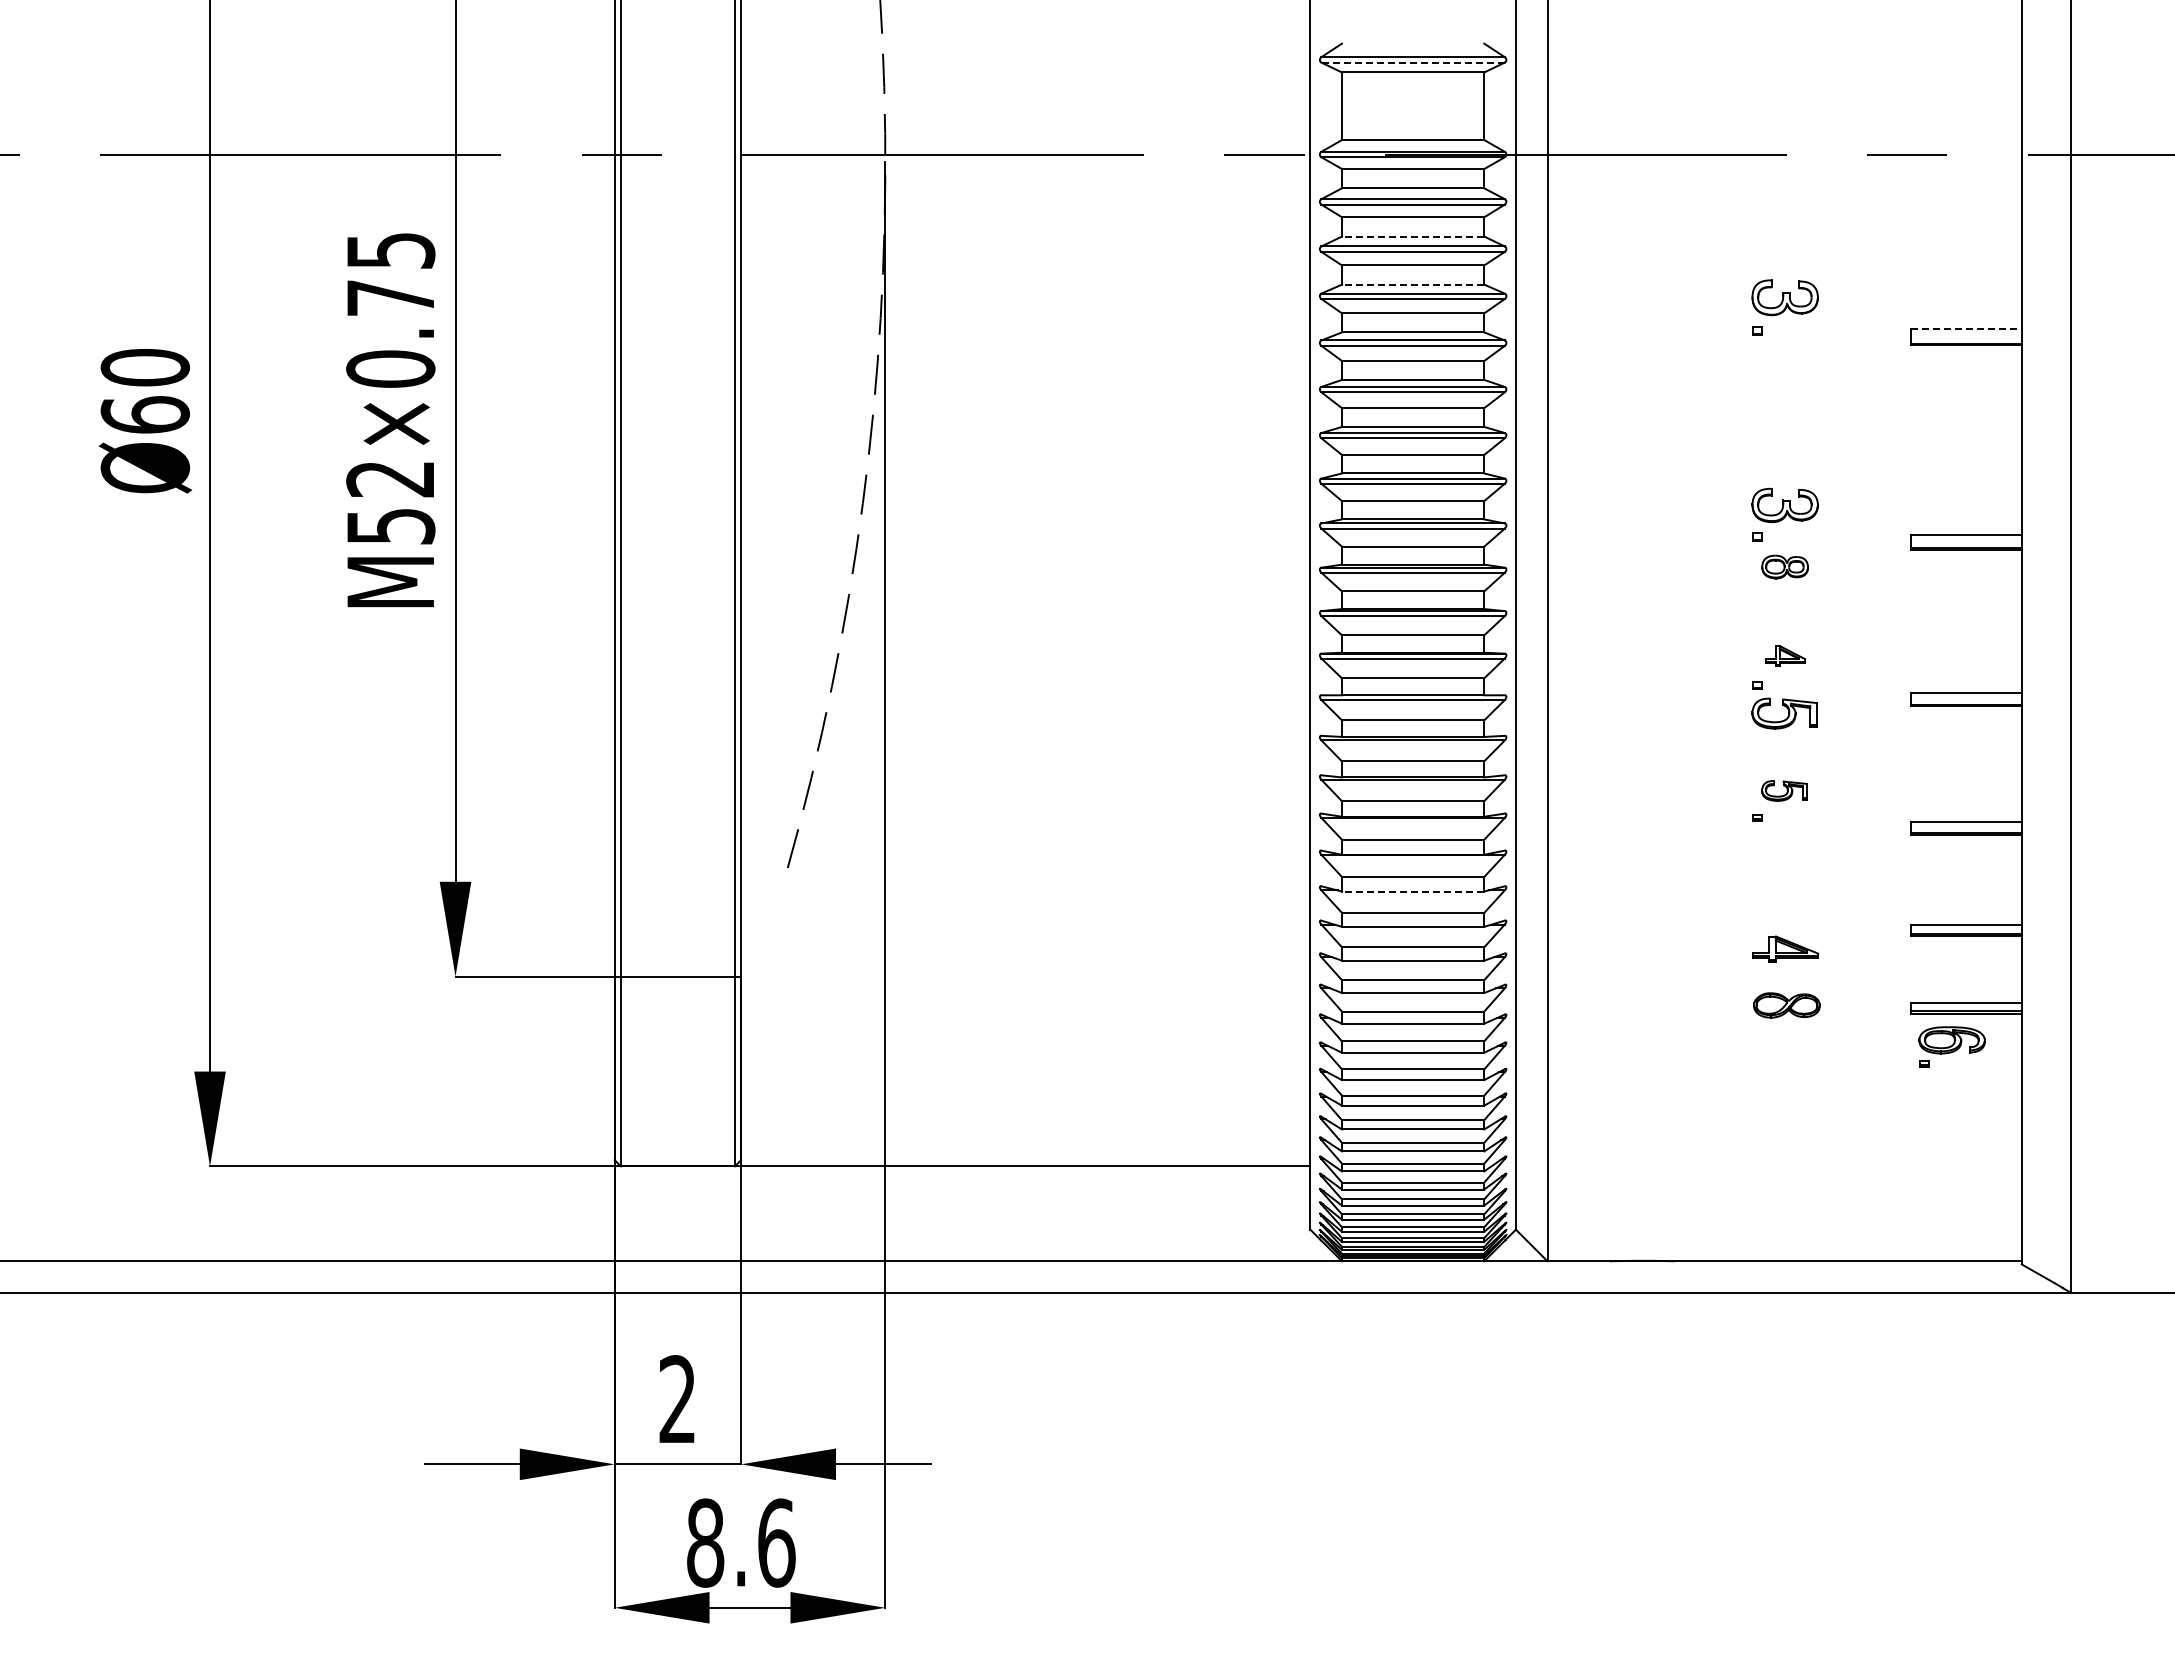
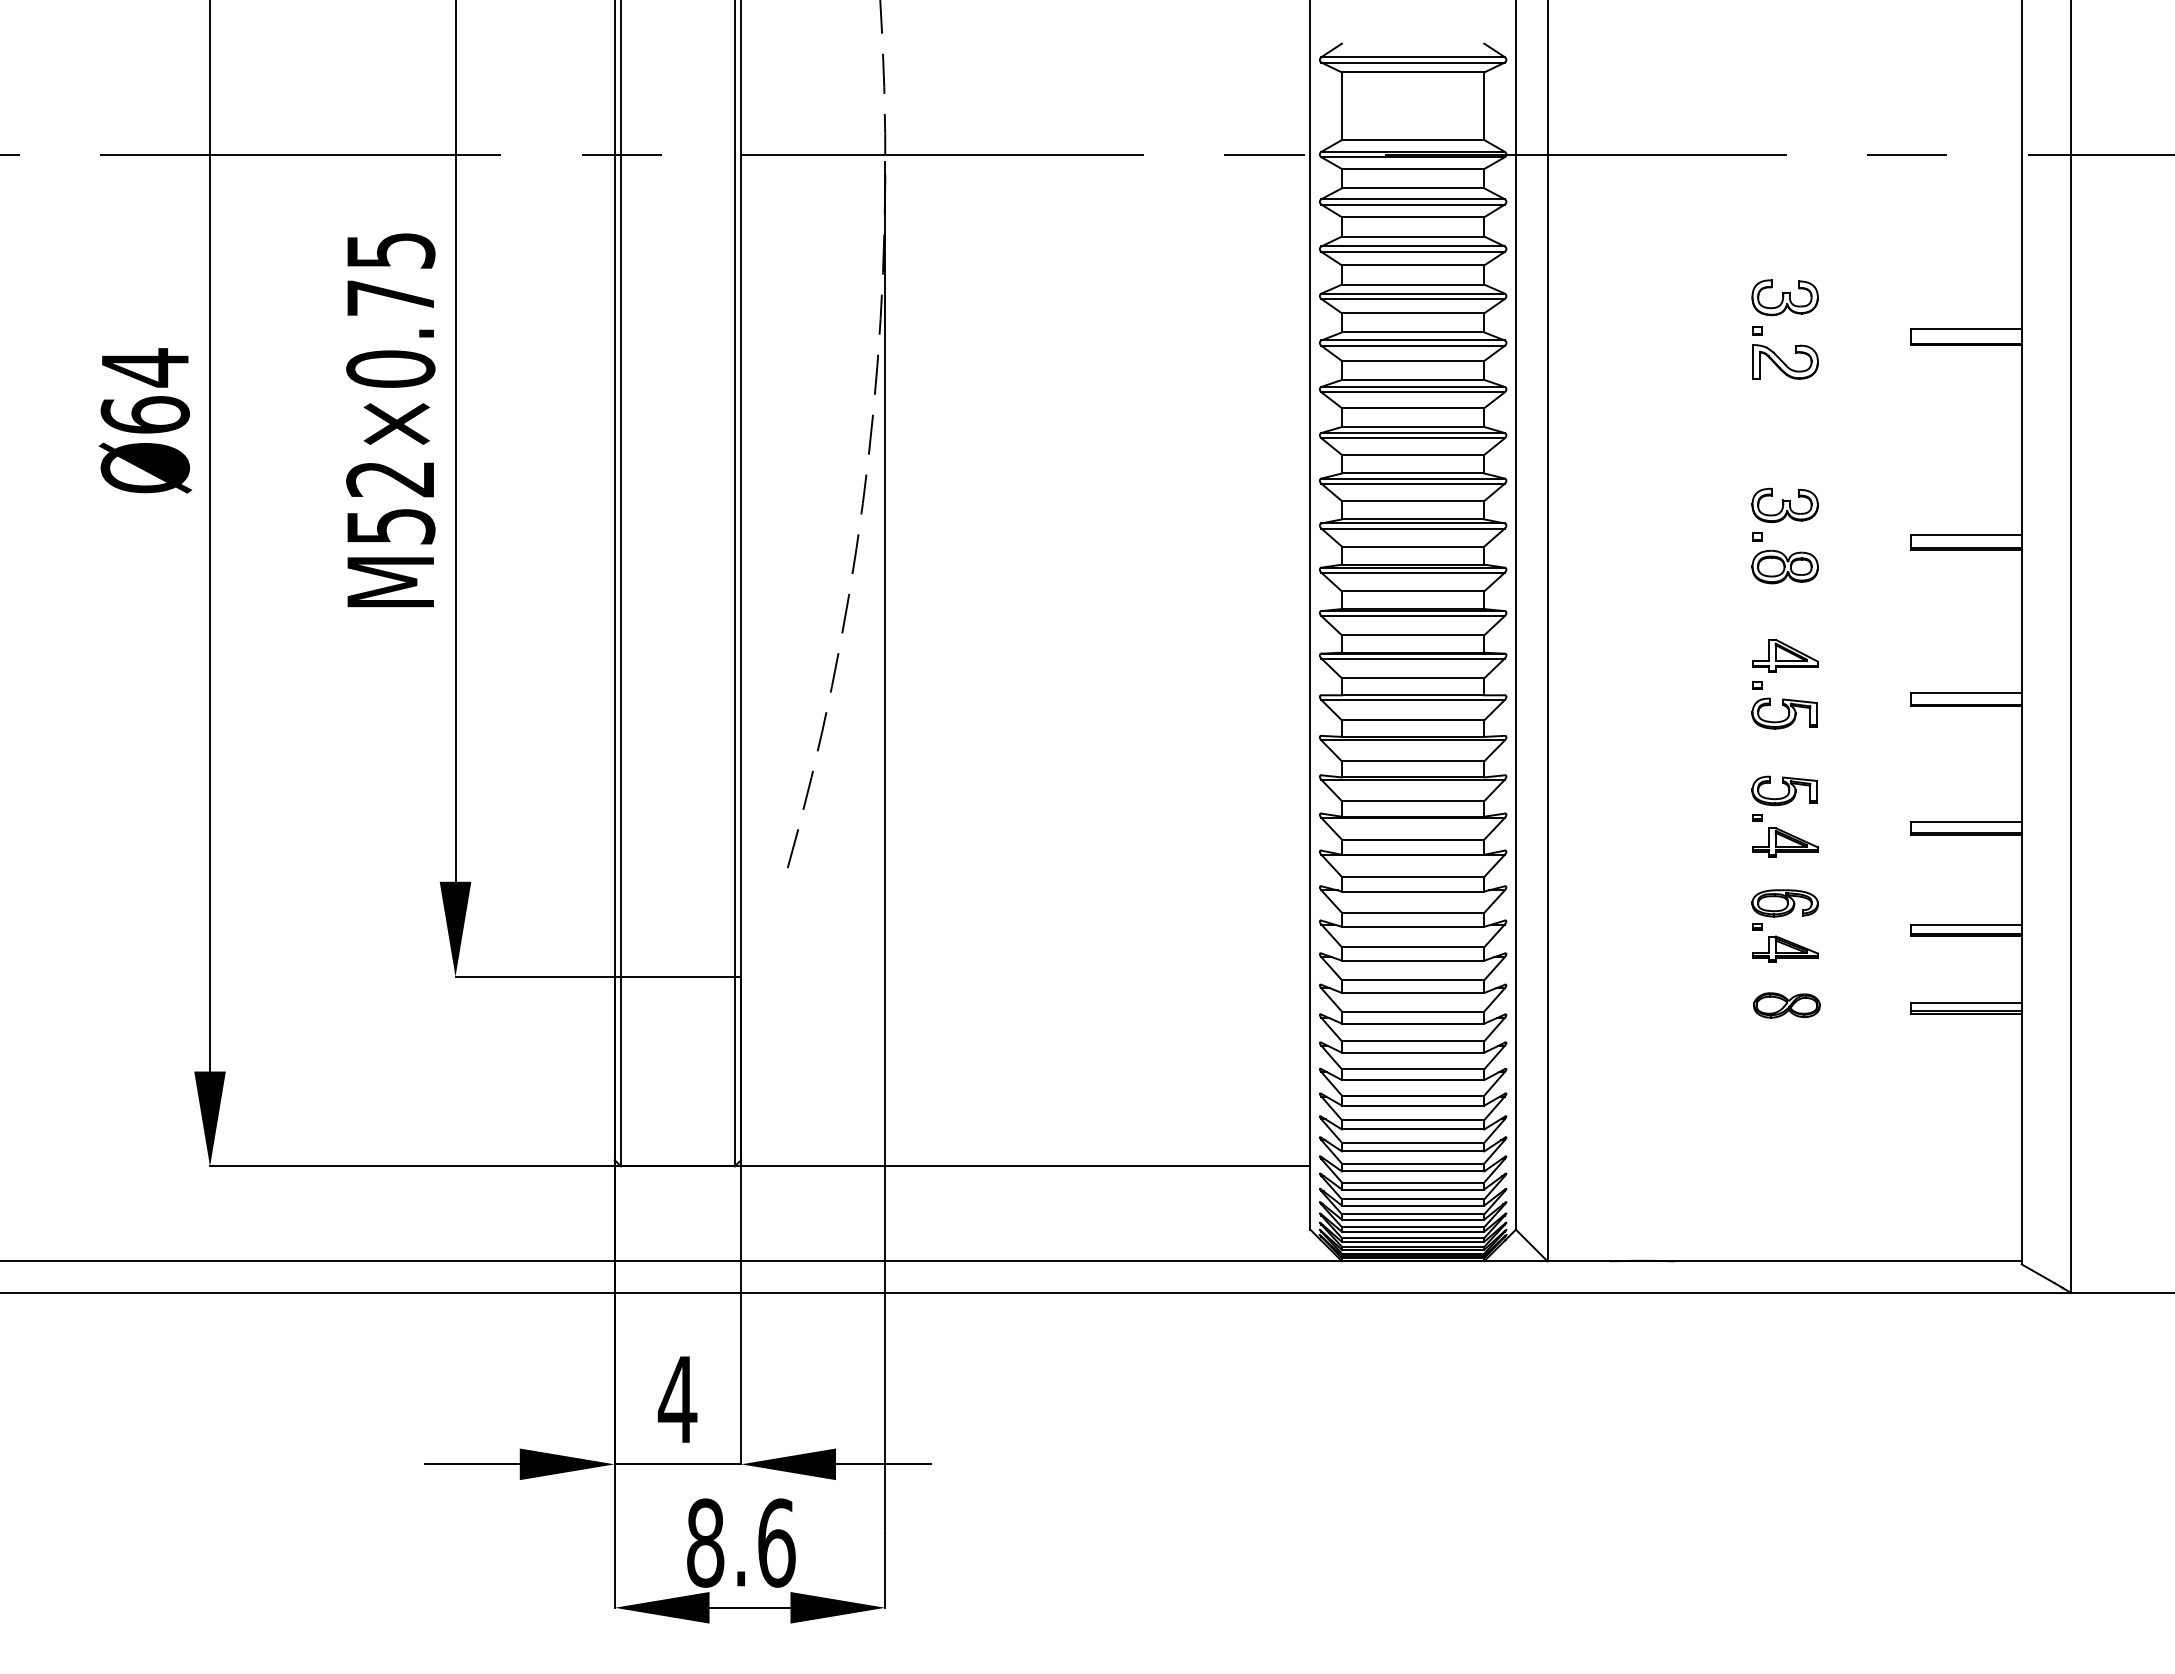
line at (1413, 62): dashed -> solid
line at (1412, 236): dashed -> solid
line at (1412, 284): dashed -> solid
line at (1967, 329): dashed -> solid
part at (1785, 361): none -> present
text at (145, 367): Ø60 -> Ø64
part at (1784, 566) size: 48x26 px -> 68x36 px
part at (1785, 655) size: 42x22 px -> 68x35 px
part at (1784, 790) size: 47x22 px -> 67x32 px
part at (1785, 842): none -> present
line at (1412, 891): dashed -> solid
part at (1951, 1046) position: (1951, 1046) -> (1784, 909)
text at (677, 1398): 2 -> 4
